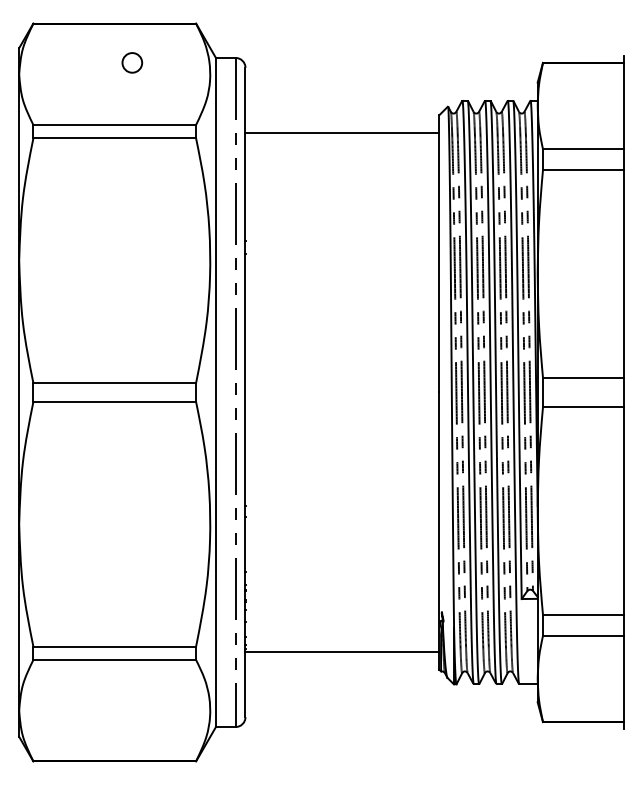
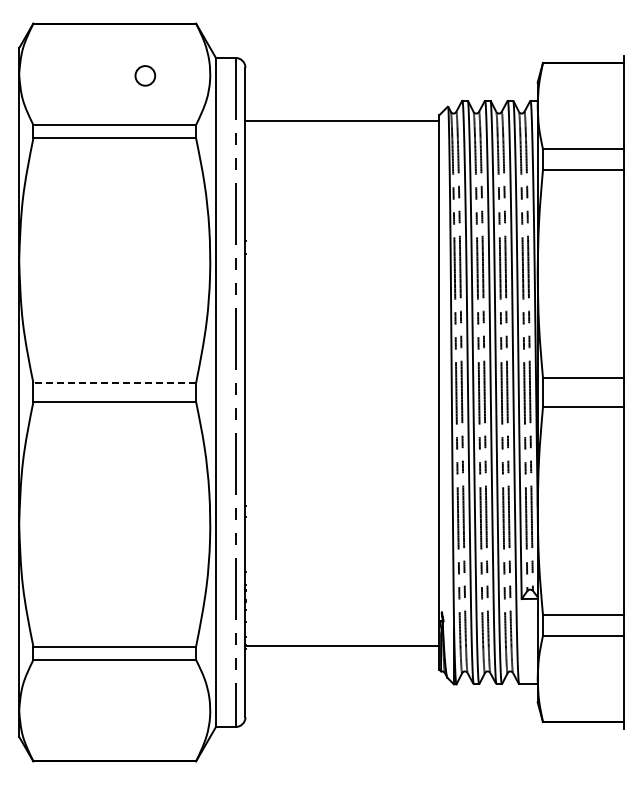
circle at (132, 62) position: (132, 62) -> (145, 75)
line at (342, 133) position: (342, 133) -> (342, 121)
line at (114, 383): solid -> dashed
line at (342, 651) position: (342, 651) -> (342, 645)
